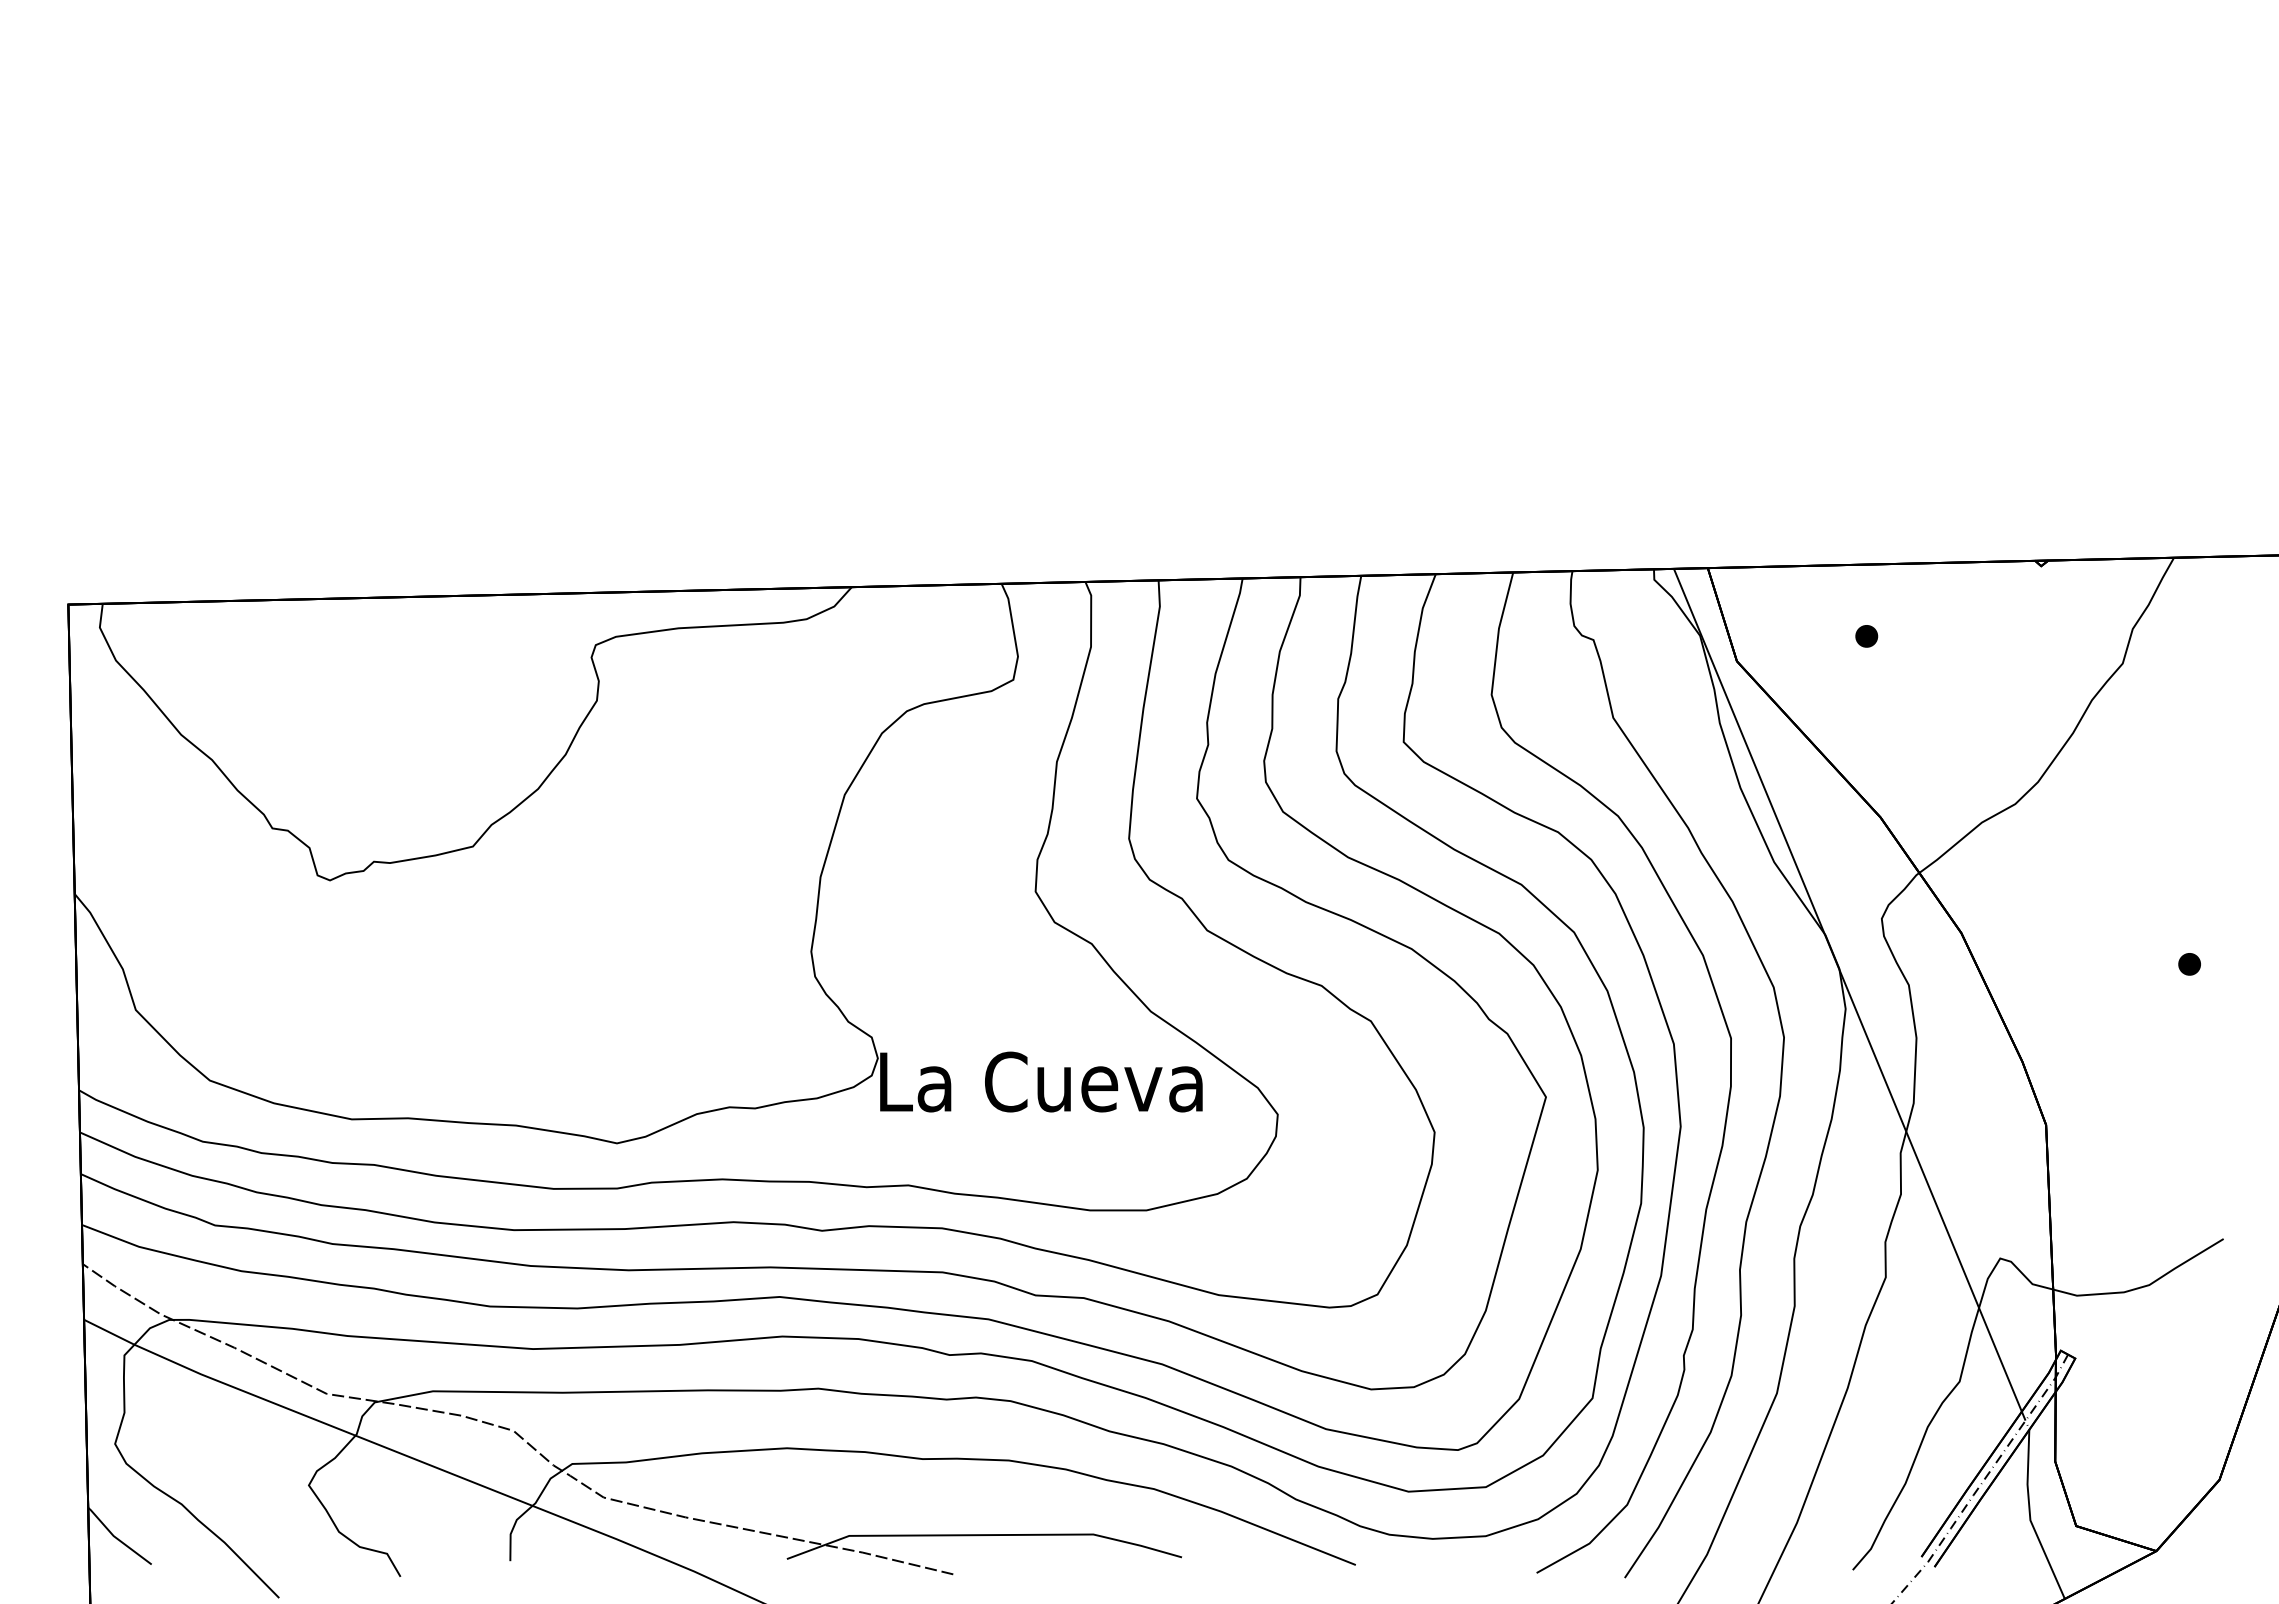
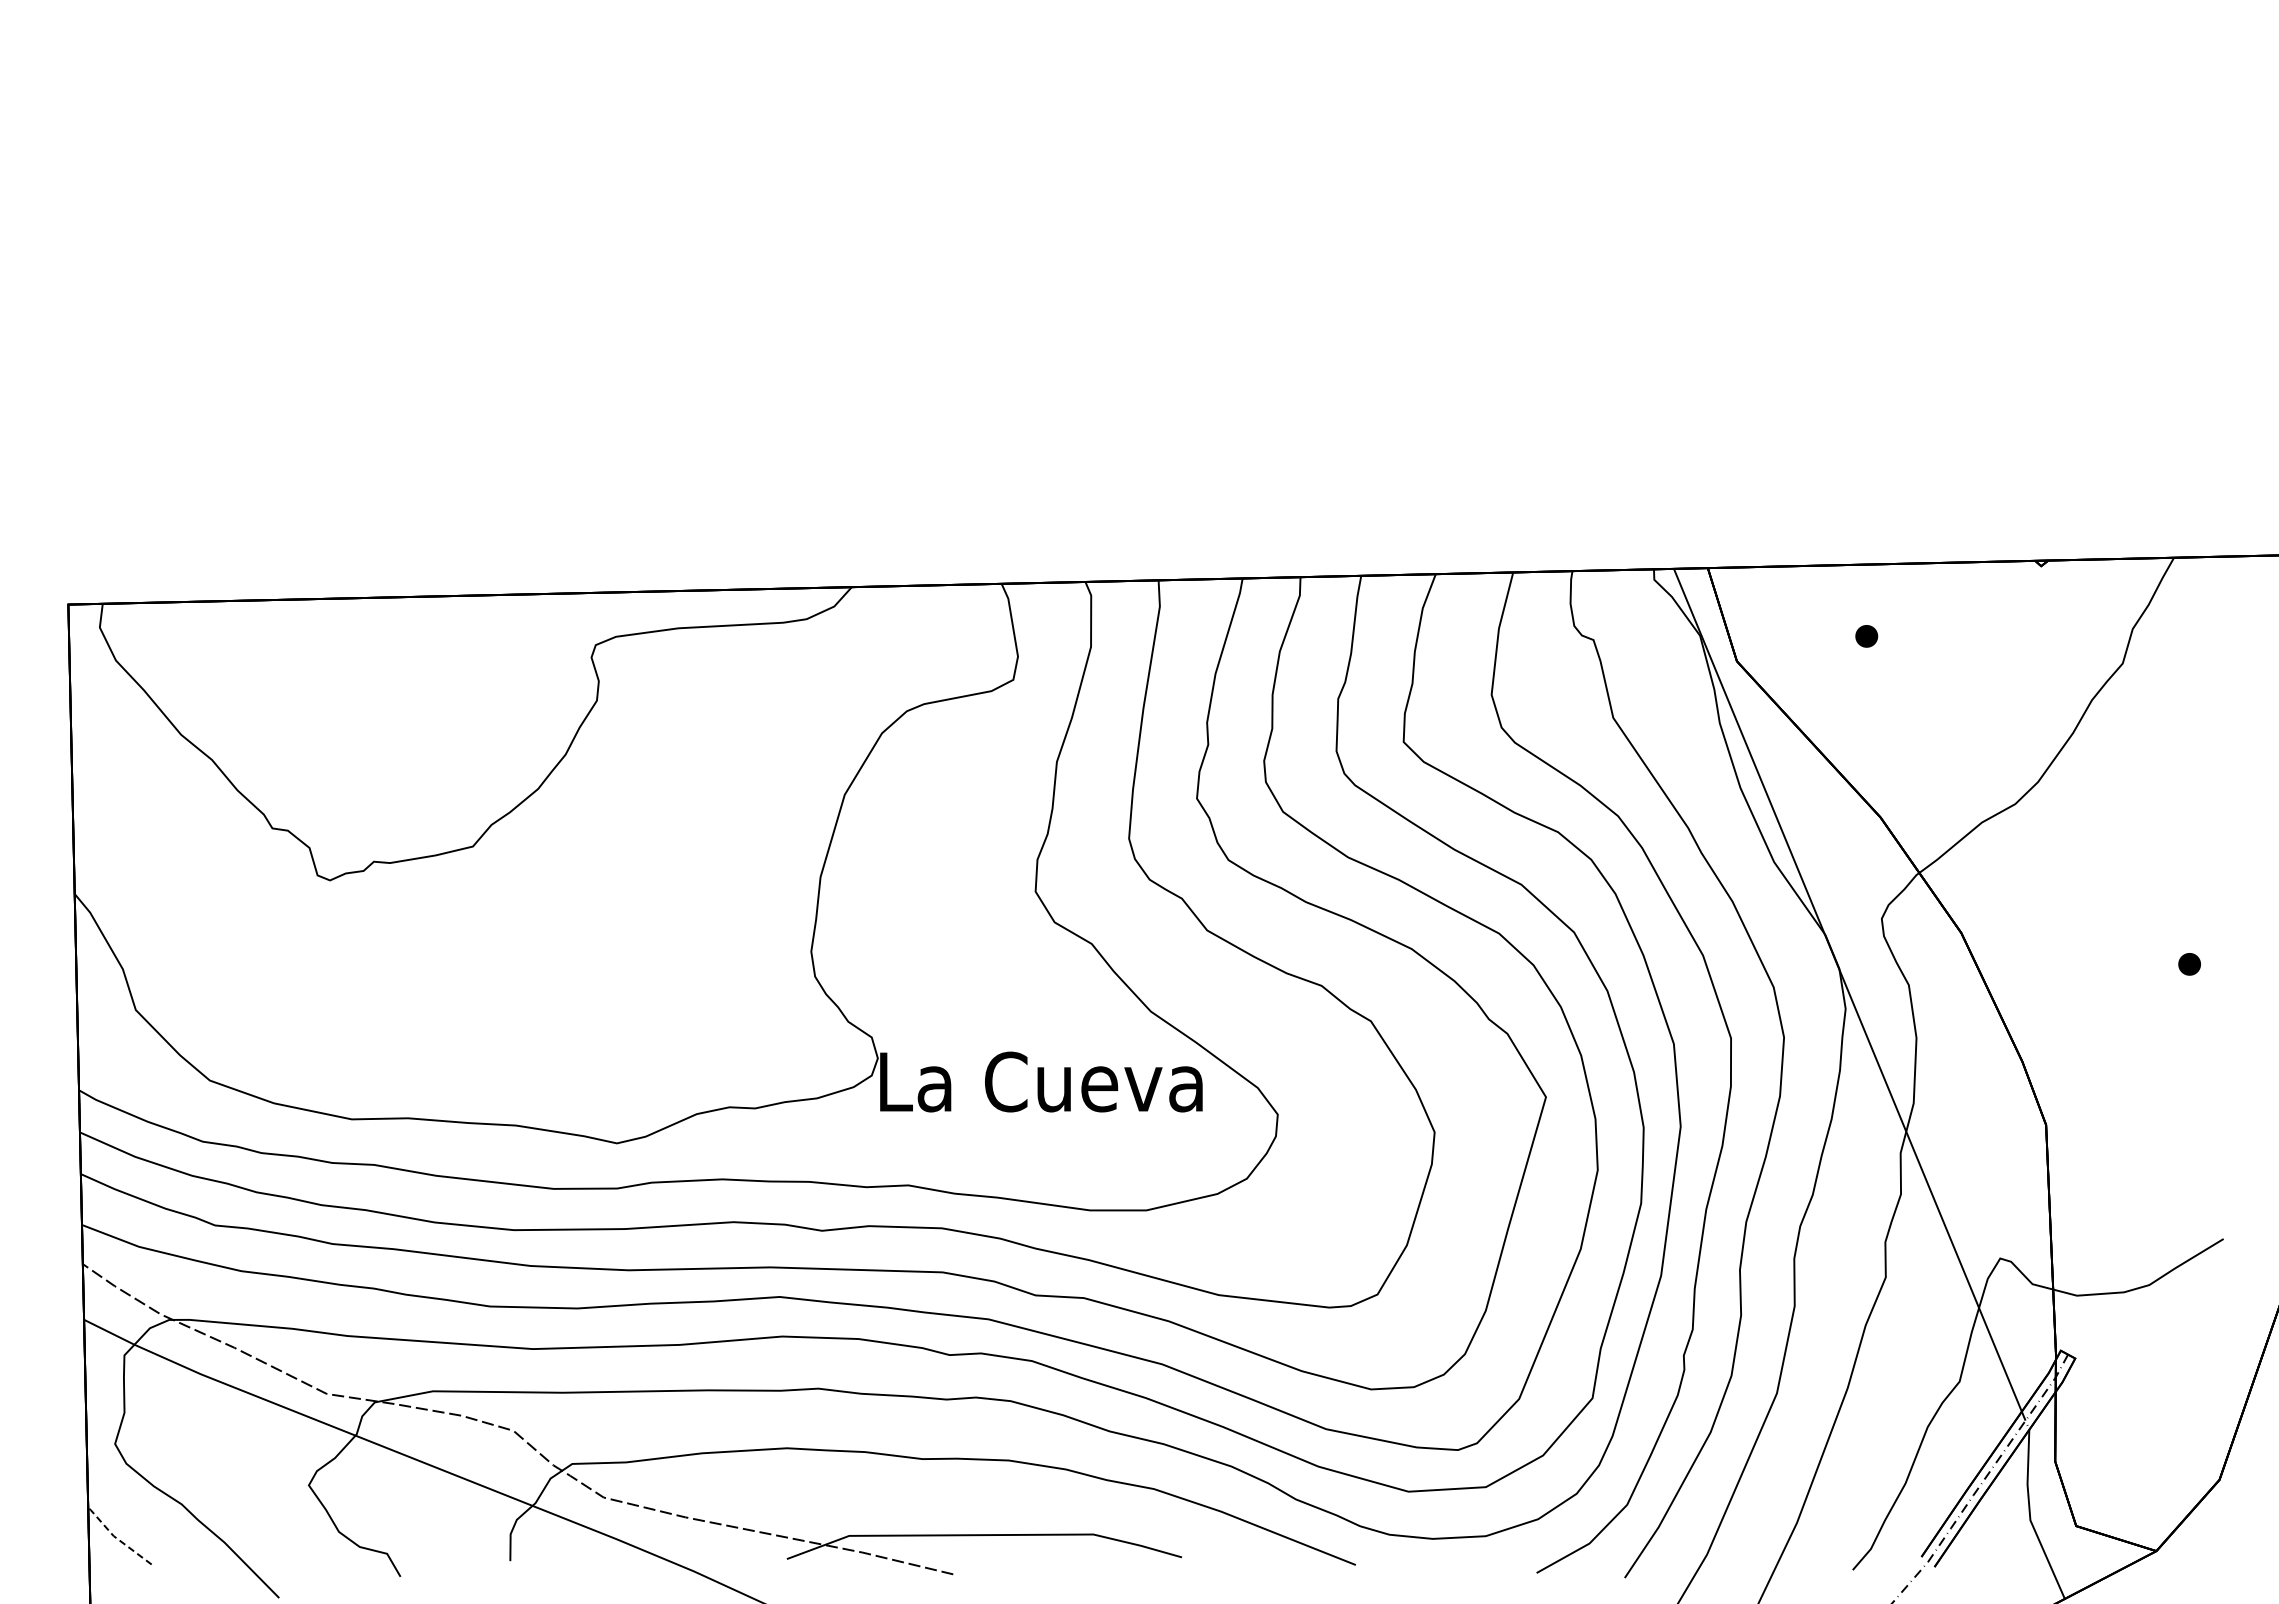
line at (116, 1537): solid -> dashed
